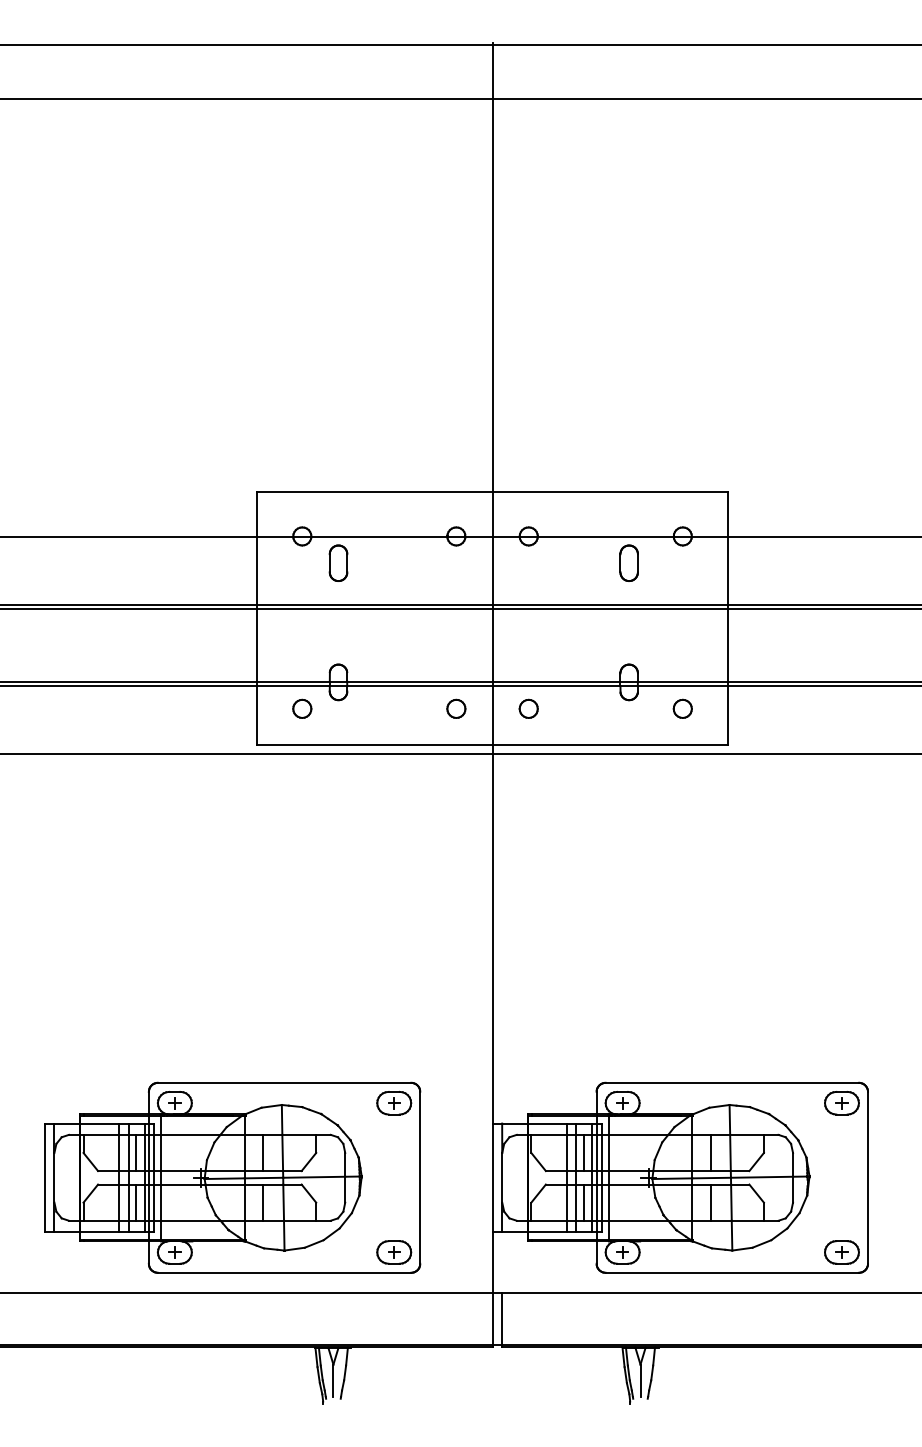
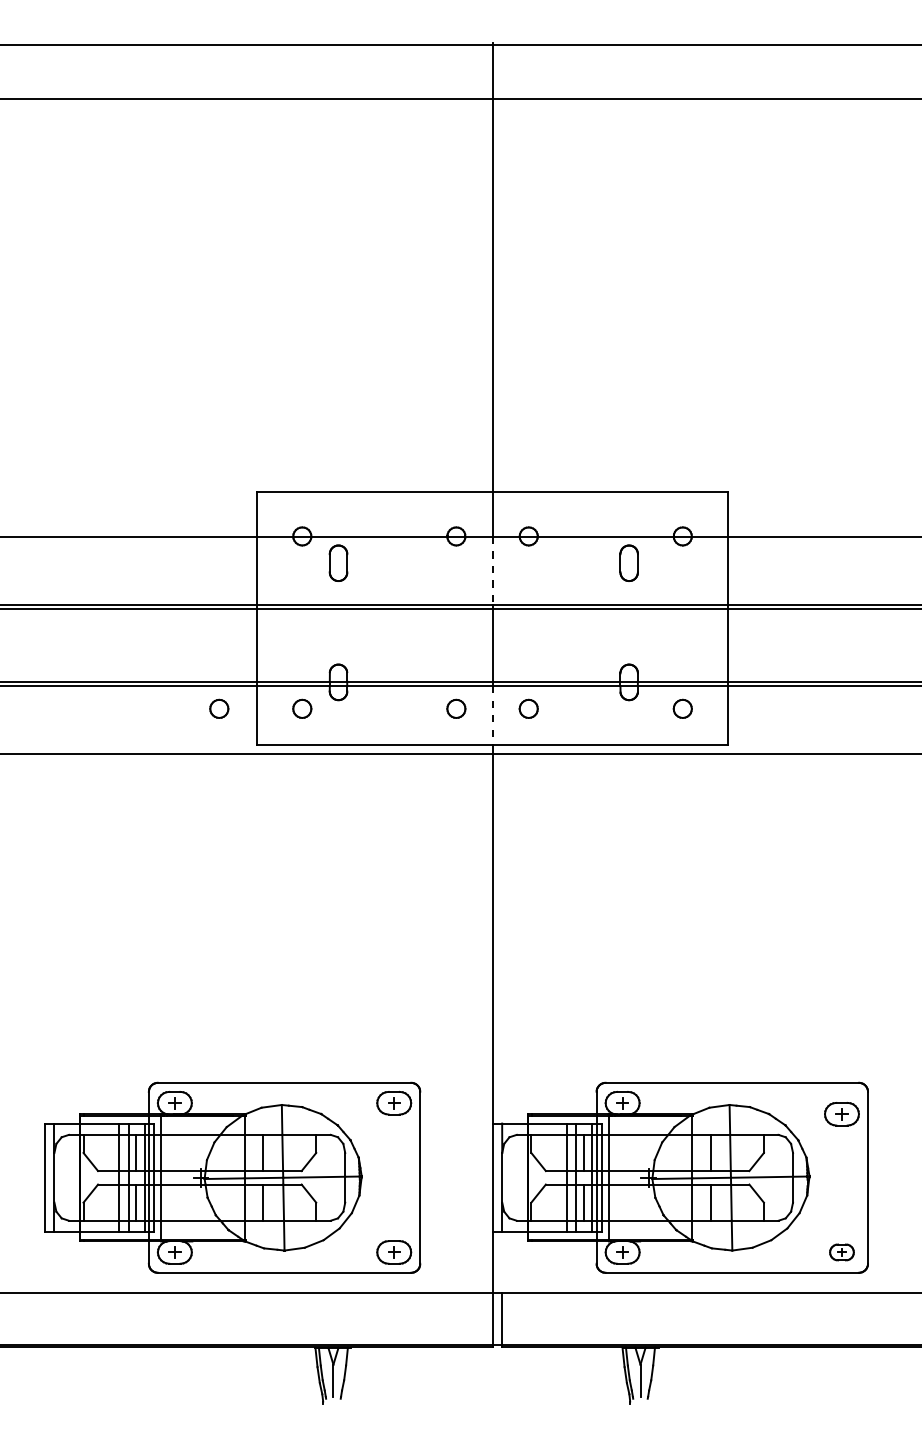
line at (492, 570): solid -> dashed
part at (219, 708): none -> present
line at (492, 715): solid -> dashed
part at (841, 1103) position: (841, 1103) -> (841, 1114)
part at (841, 1252) size: 36x25 px -> 26x19 px
